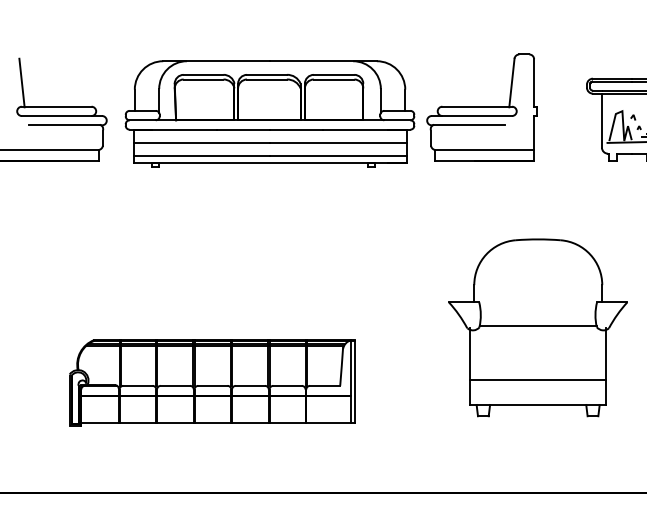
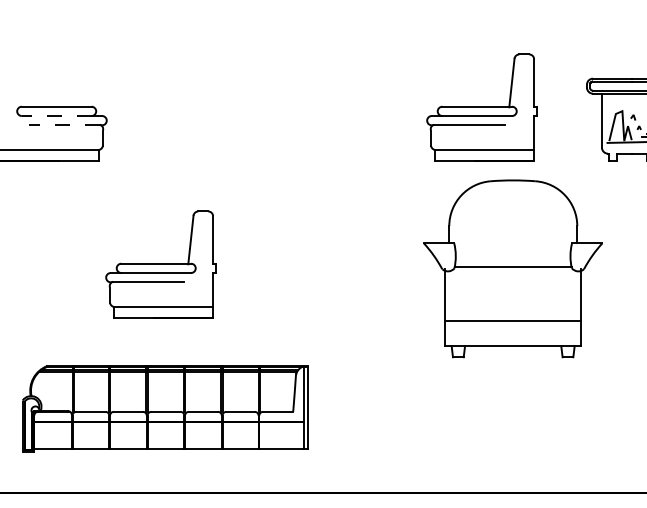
line at (21, 82): present -> none
part at (269, 113): present -> none
line at (56, 116): solid -> dashed
line at (64, 124): solid -> dashed
part at (160, 264): none -> present
part at (537, 327) position: (537, 327) -> (512, 268)
part at (212, 382) position: (212, 382) -> (165, 408)
